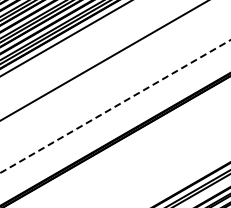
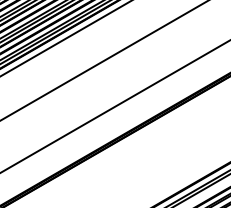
line at (115, 106): dashed -> solid
